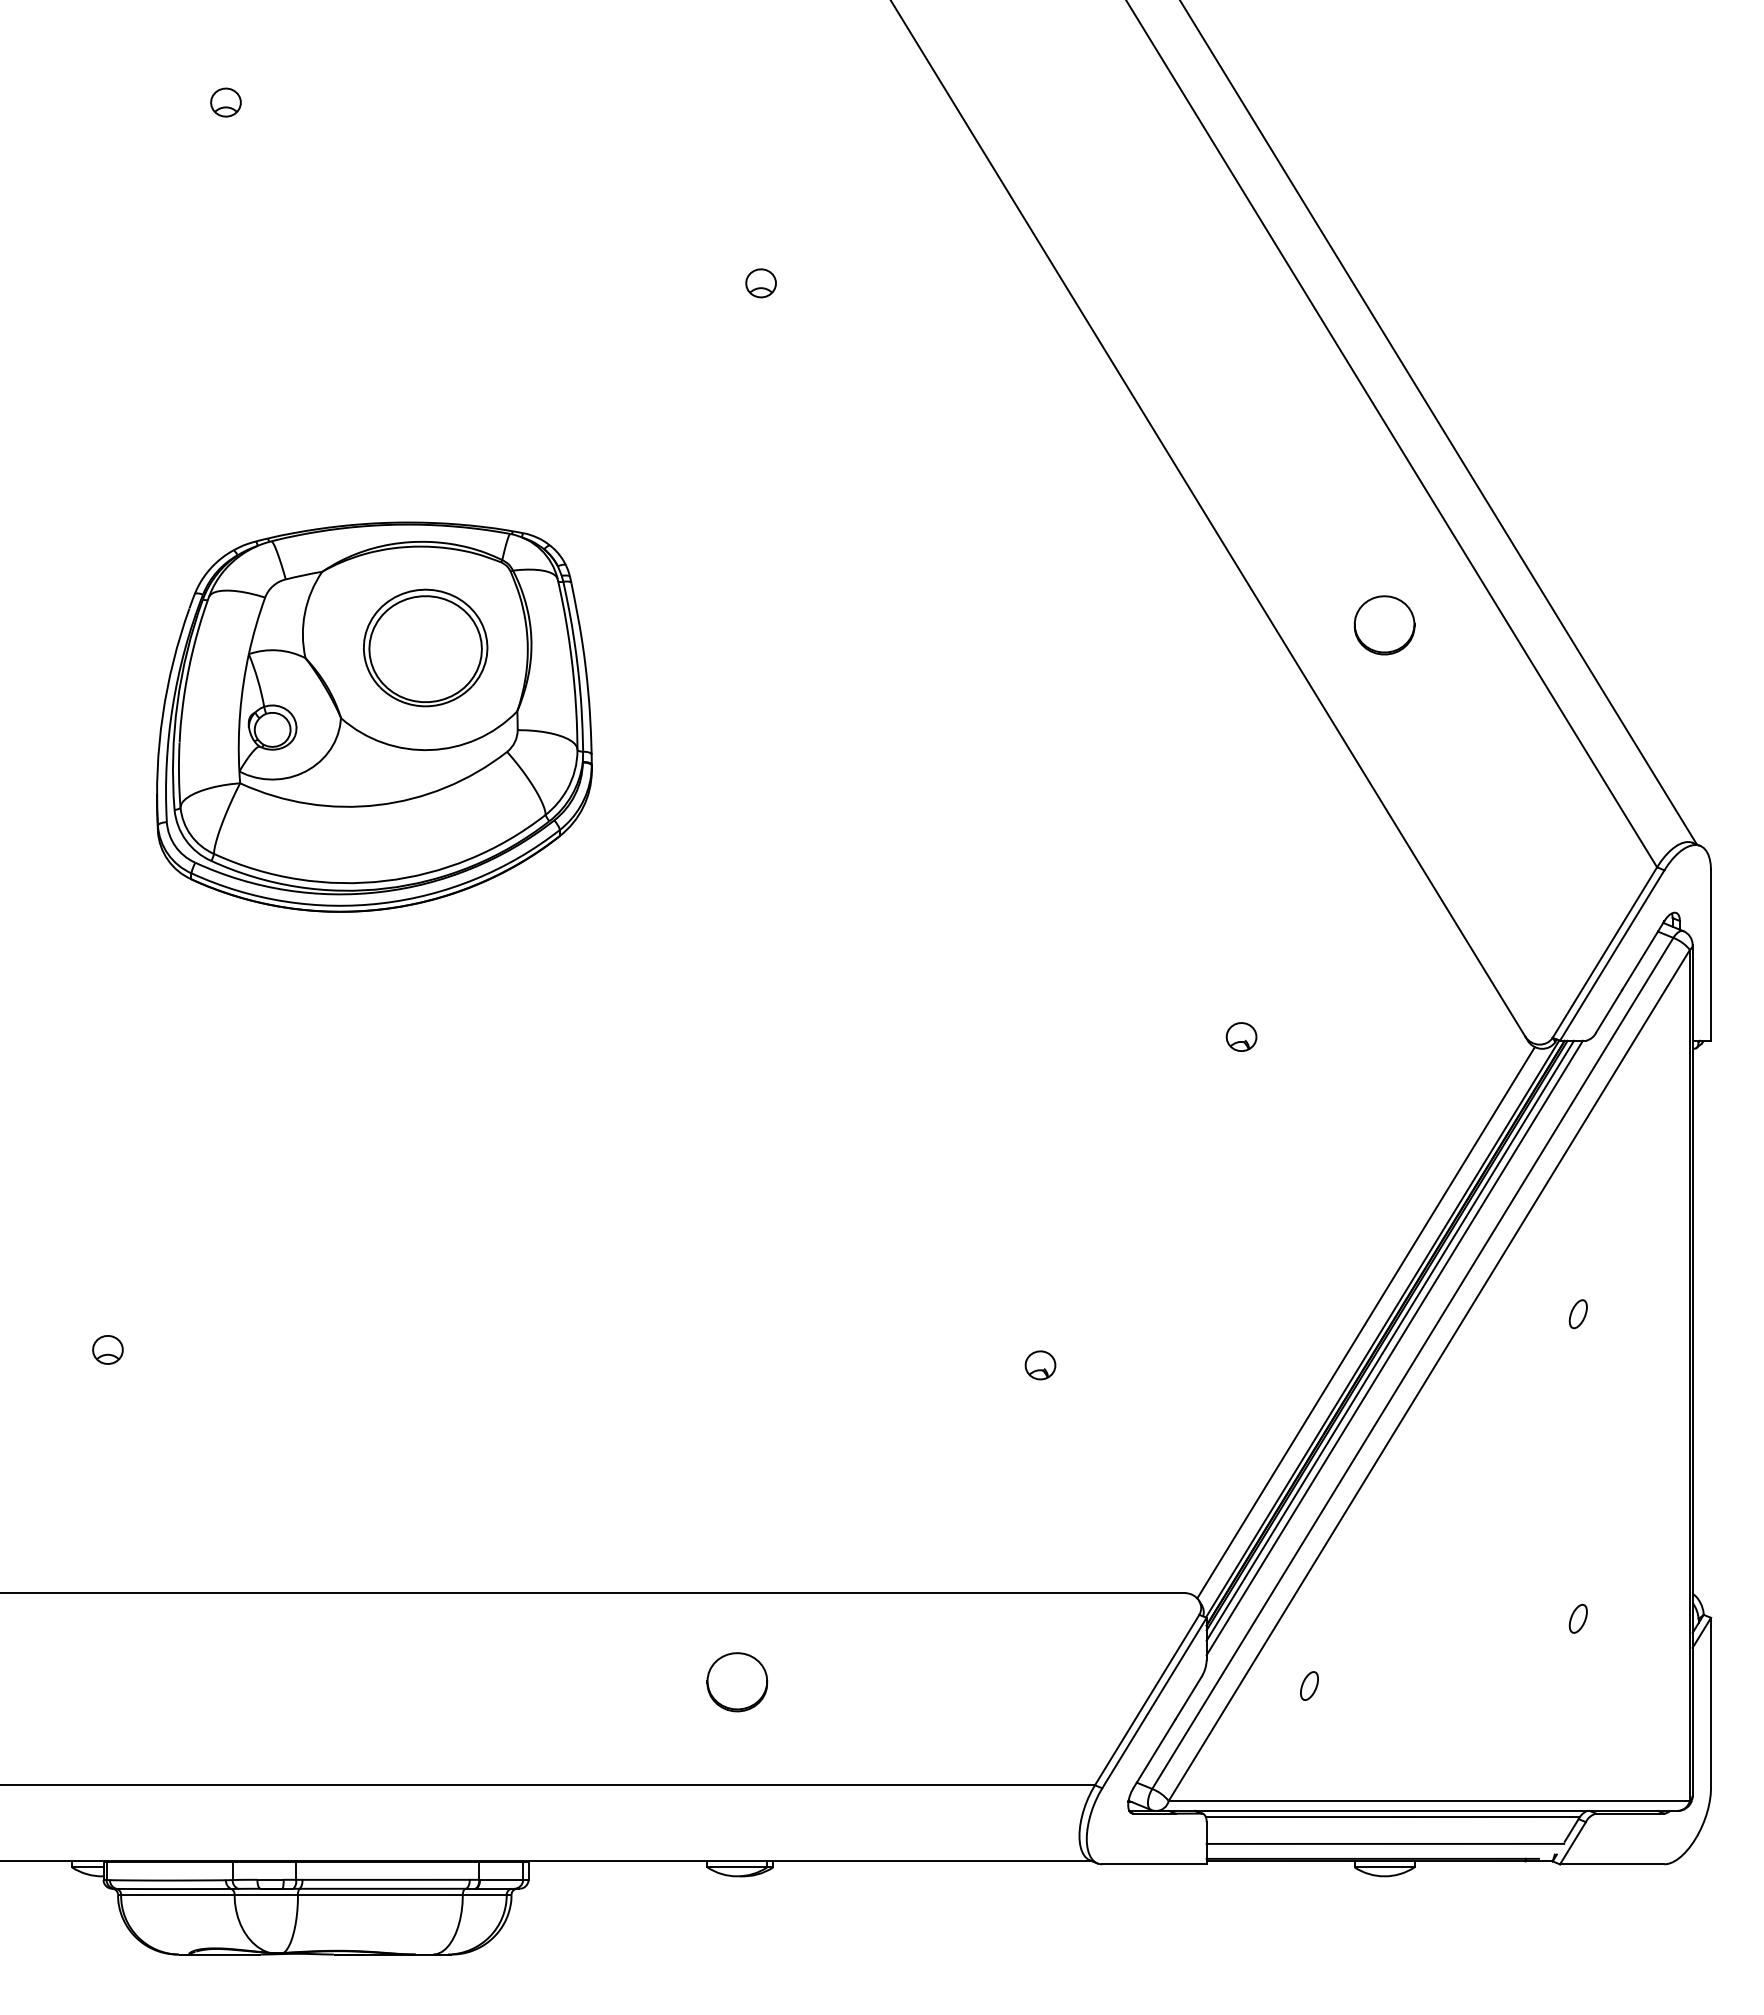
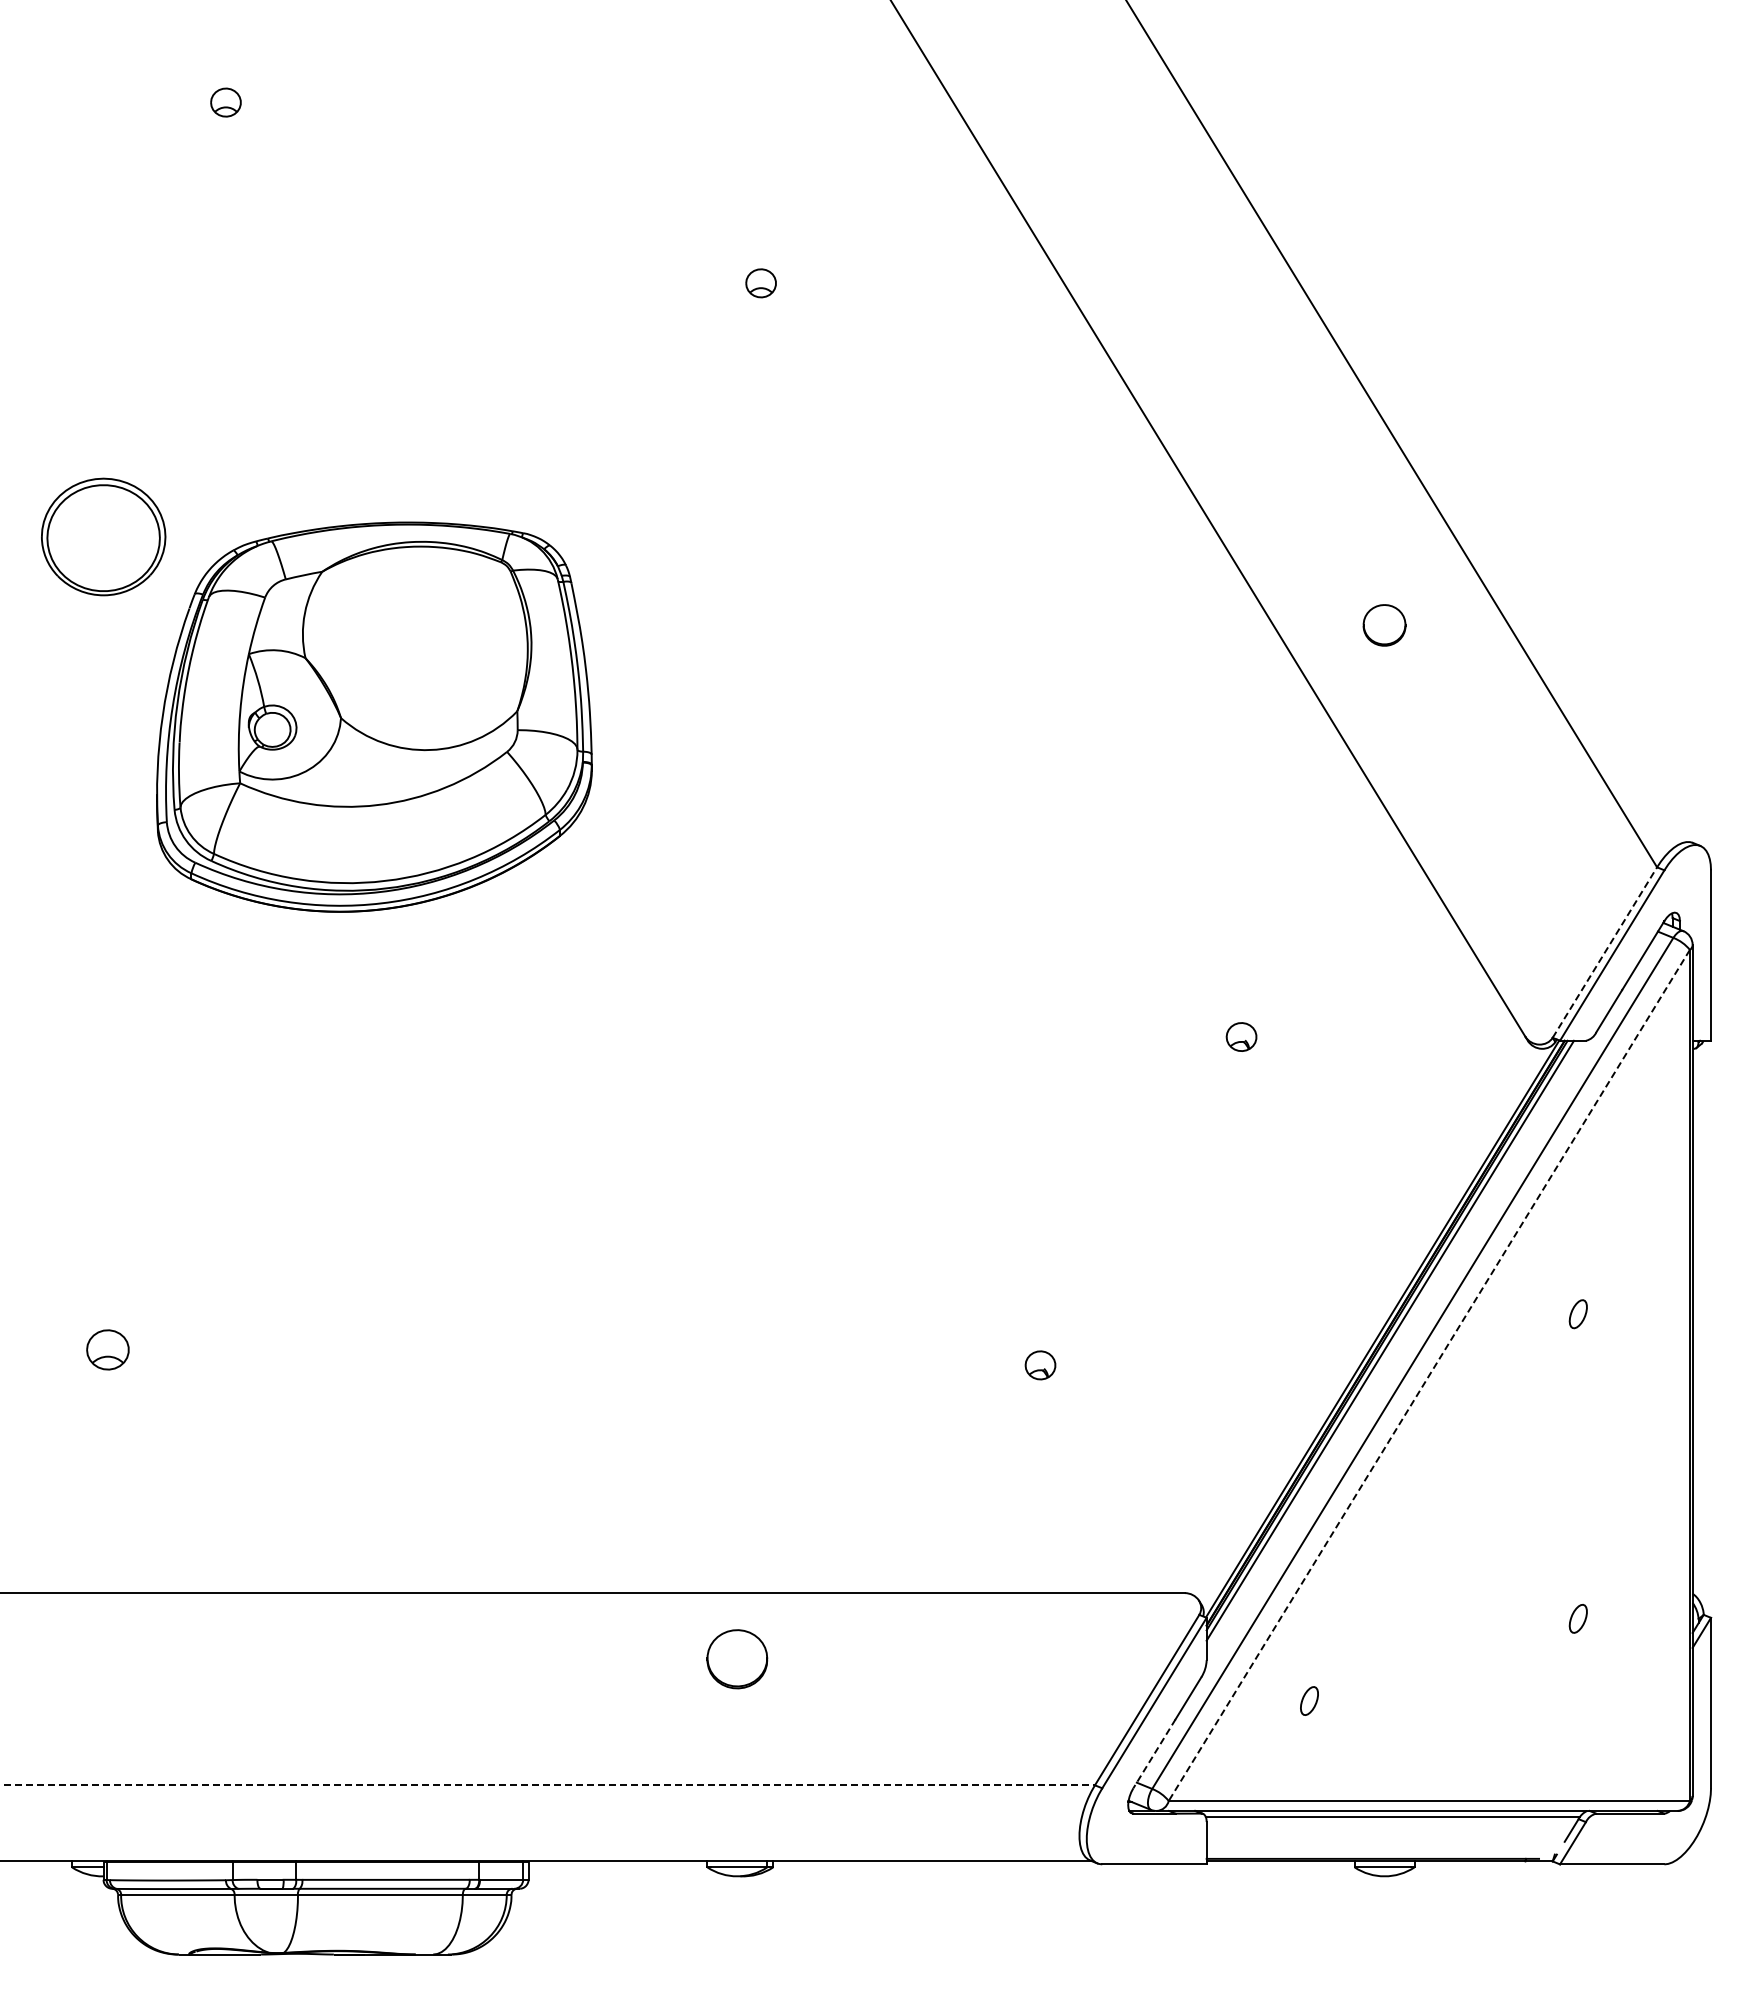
line at (1438, 423): present -> none
part at (1384, 625) size: 63x61 px -> 45x43 px
part at (425, 647) position: (425, 647) -> (103, 536)
line at (1604, 952): solid -> dashed
line at (1365, 1322): present -> none
line at (1394, 1347): present -> none
part at (107, 1349) size: 32x30 px -> 44x42 px
line at (1429, 1375): solid -> dashed
part at (737, 1682) position: (737, 1682) -> (737, 1659)
part at (1309, 1685) position: (1309, 1685) -> (1309, 1700)
line at (1154, 1754): solid -> dashed
line at (548, 1785): solid -> dashed
line at (1385, 1843): present -> none
